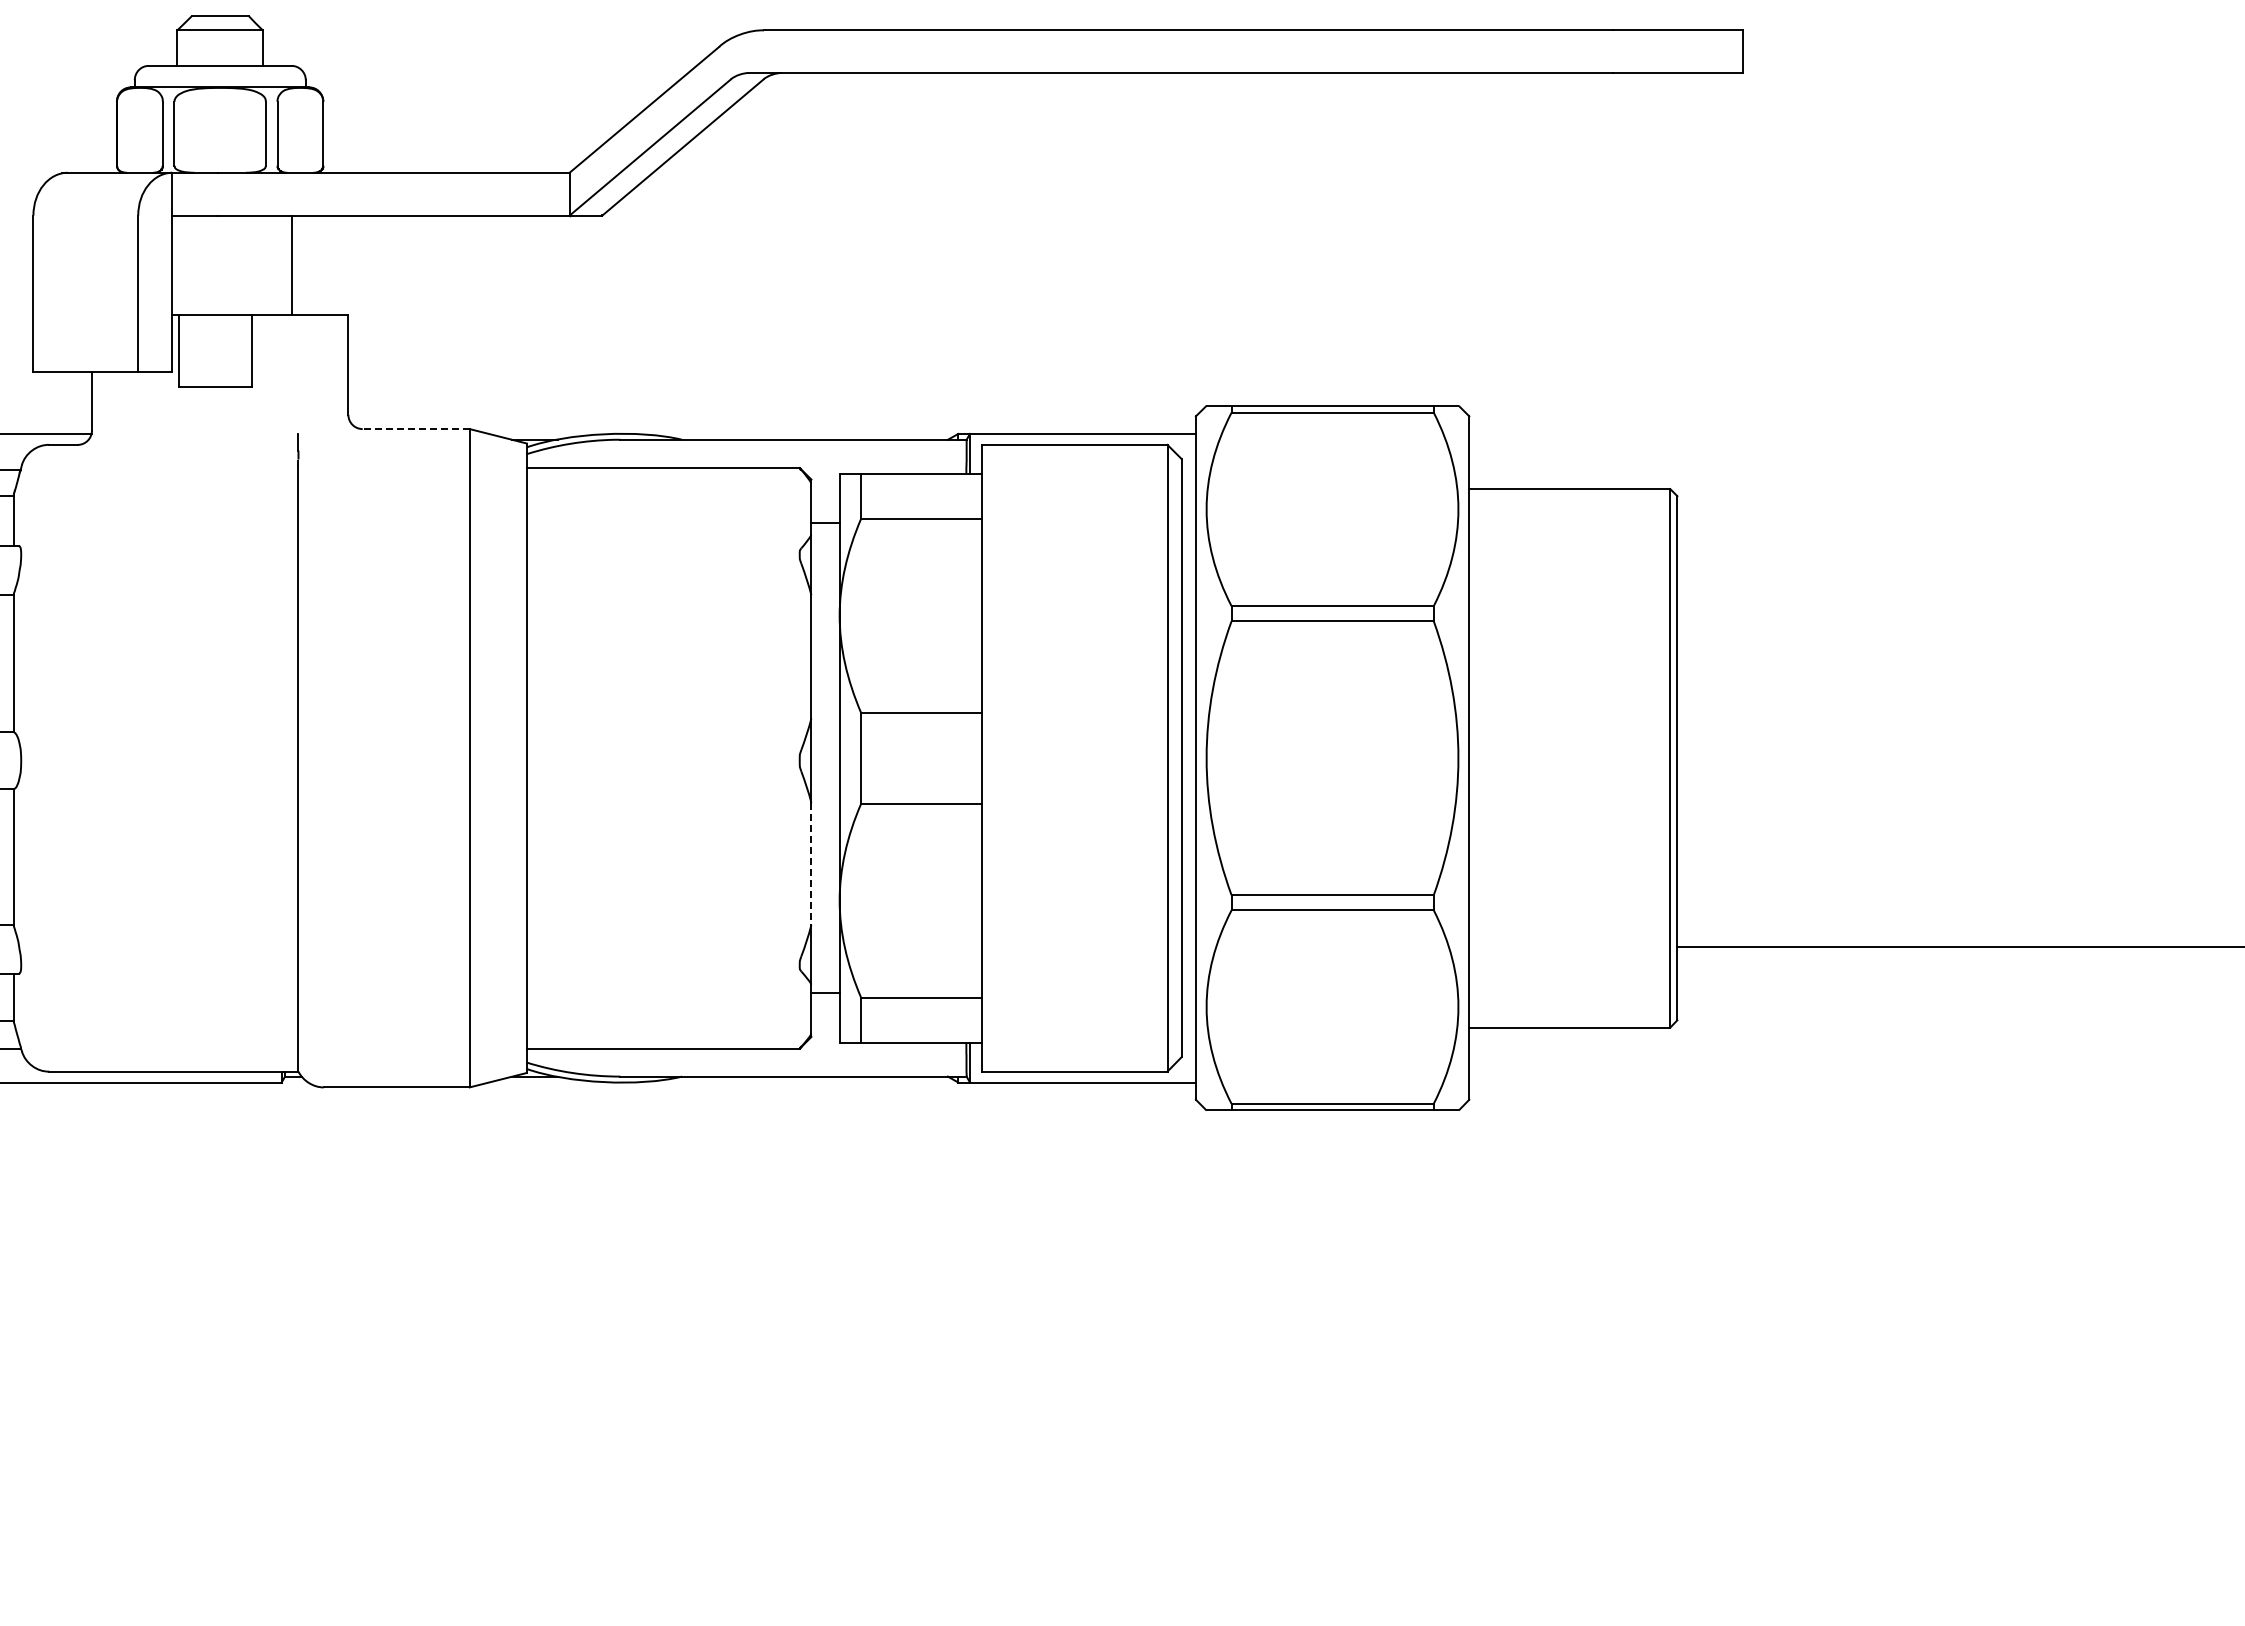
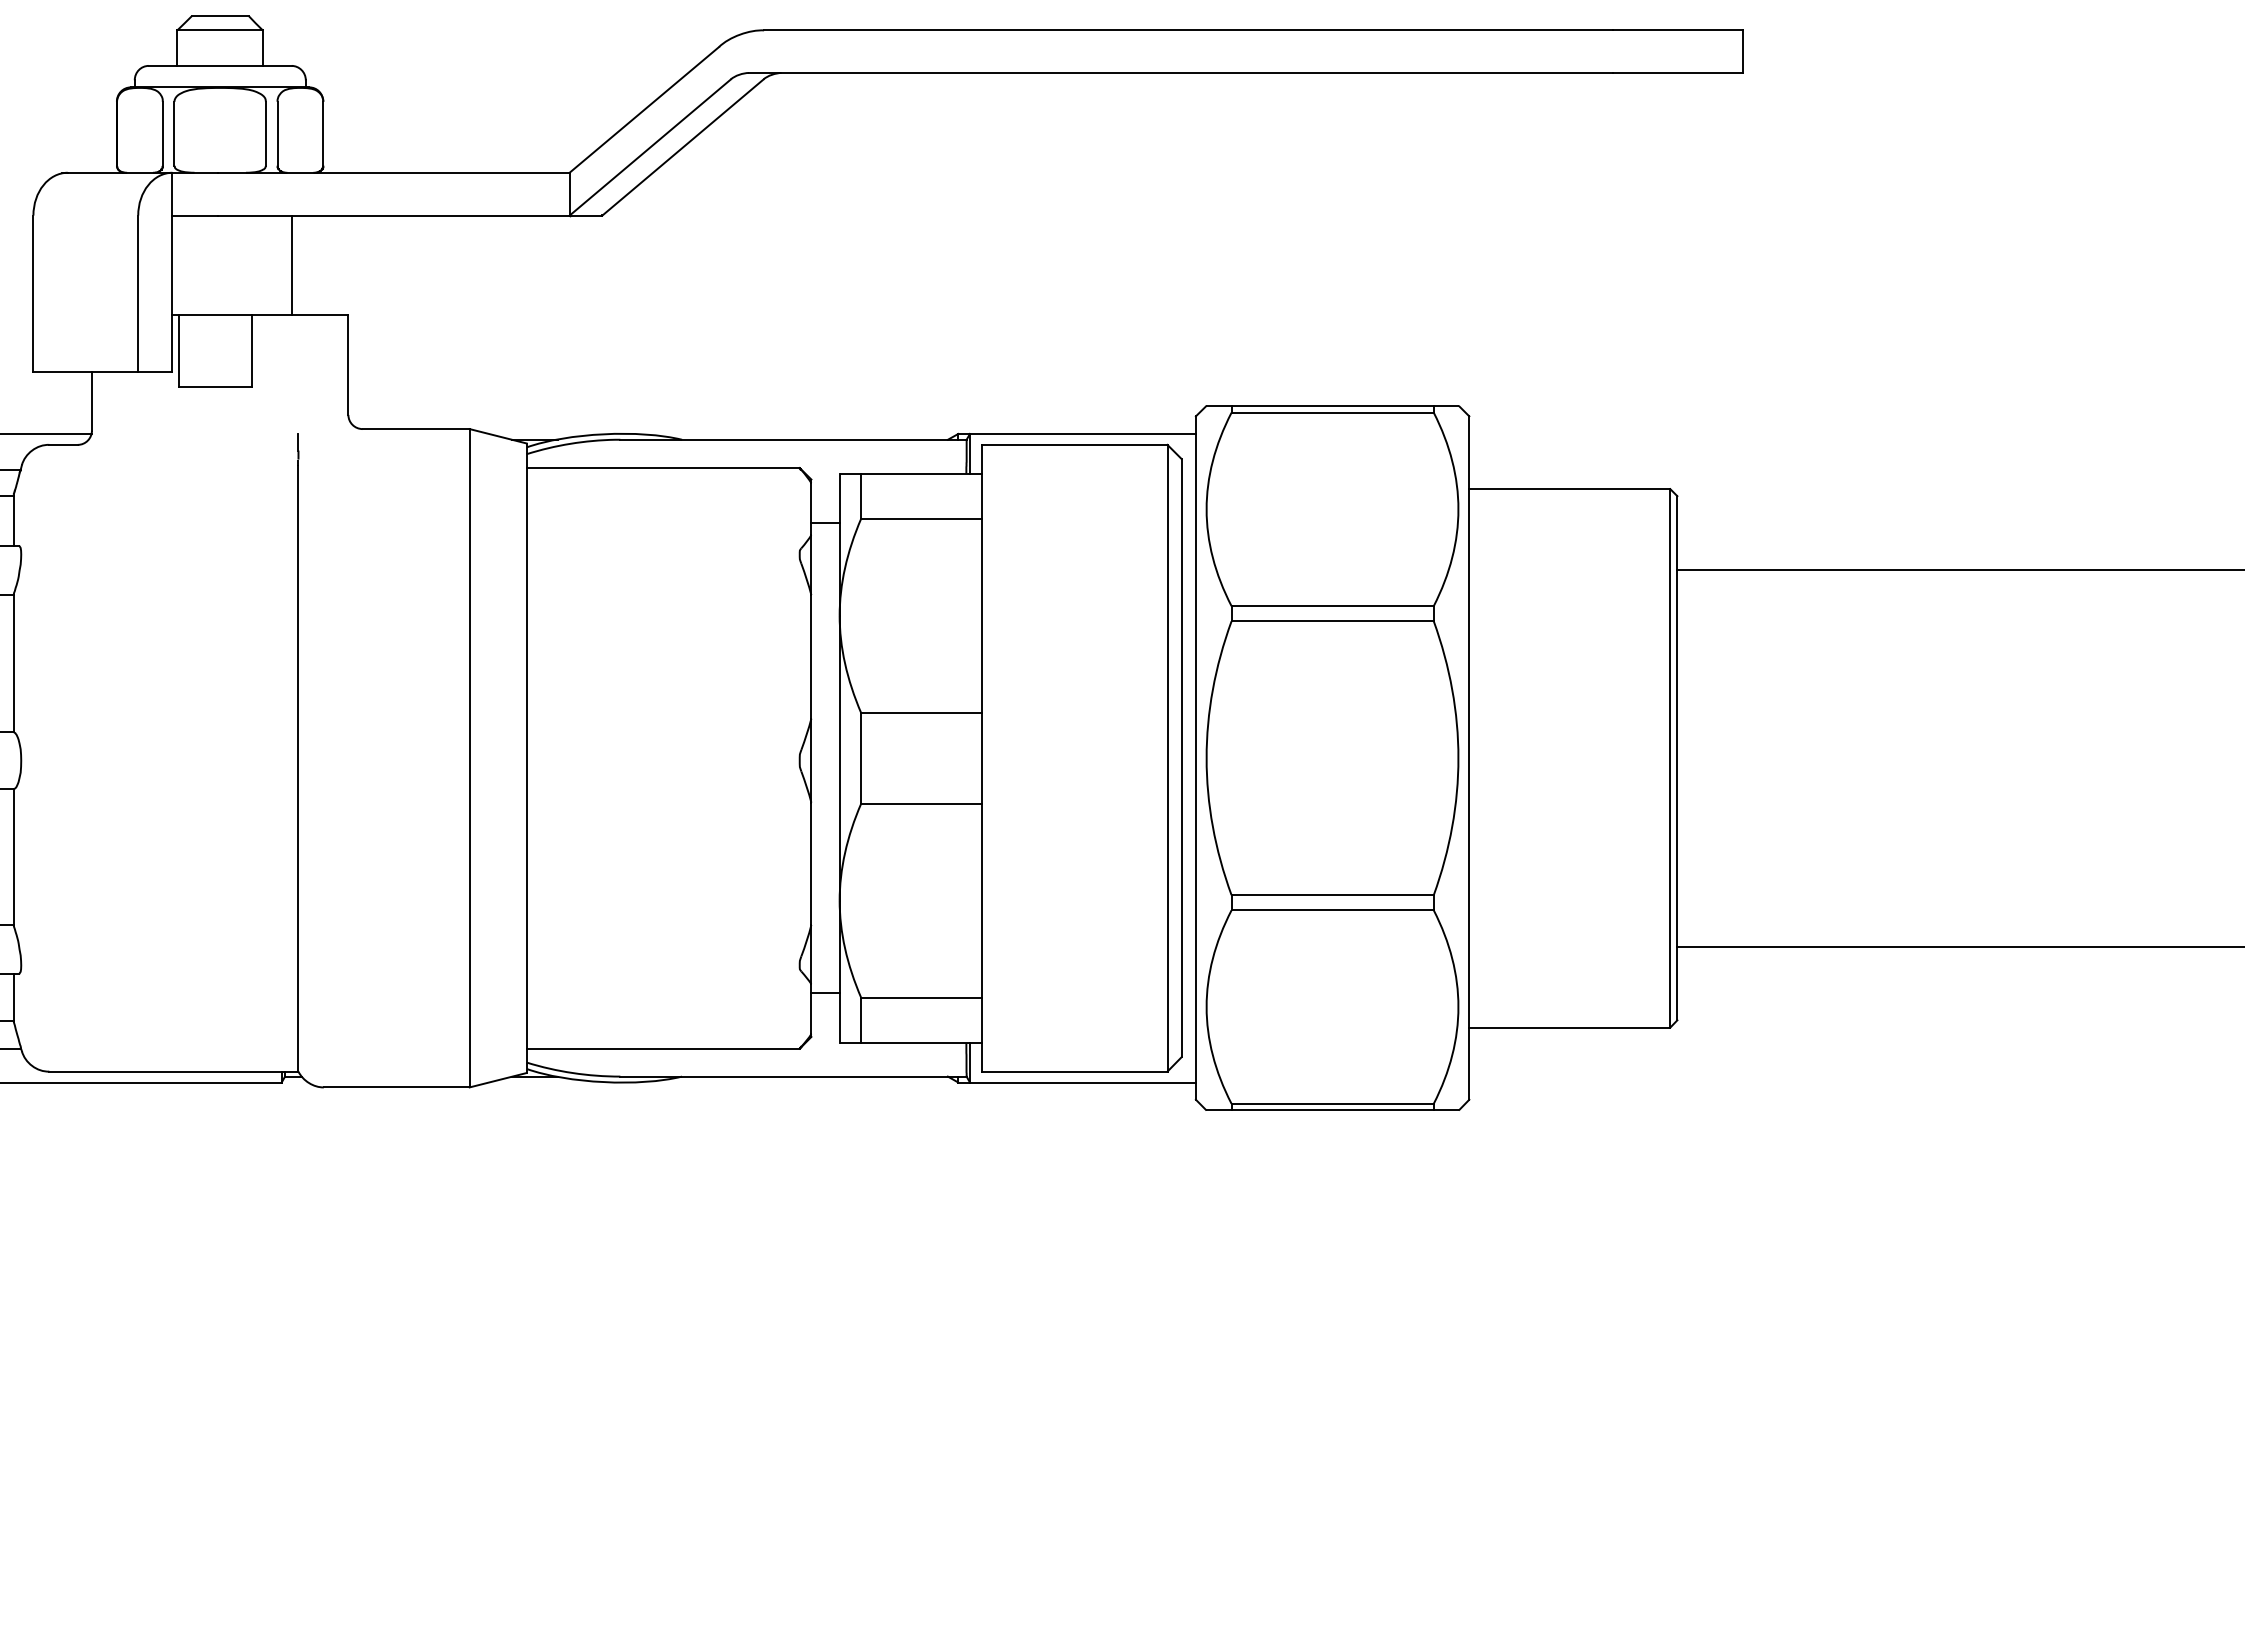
line at (416, 429): dashed -> solid
line at (1959, 569): none -> present
line at (811, 864): dashed -> solid
